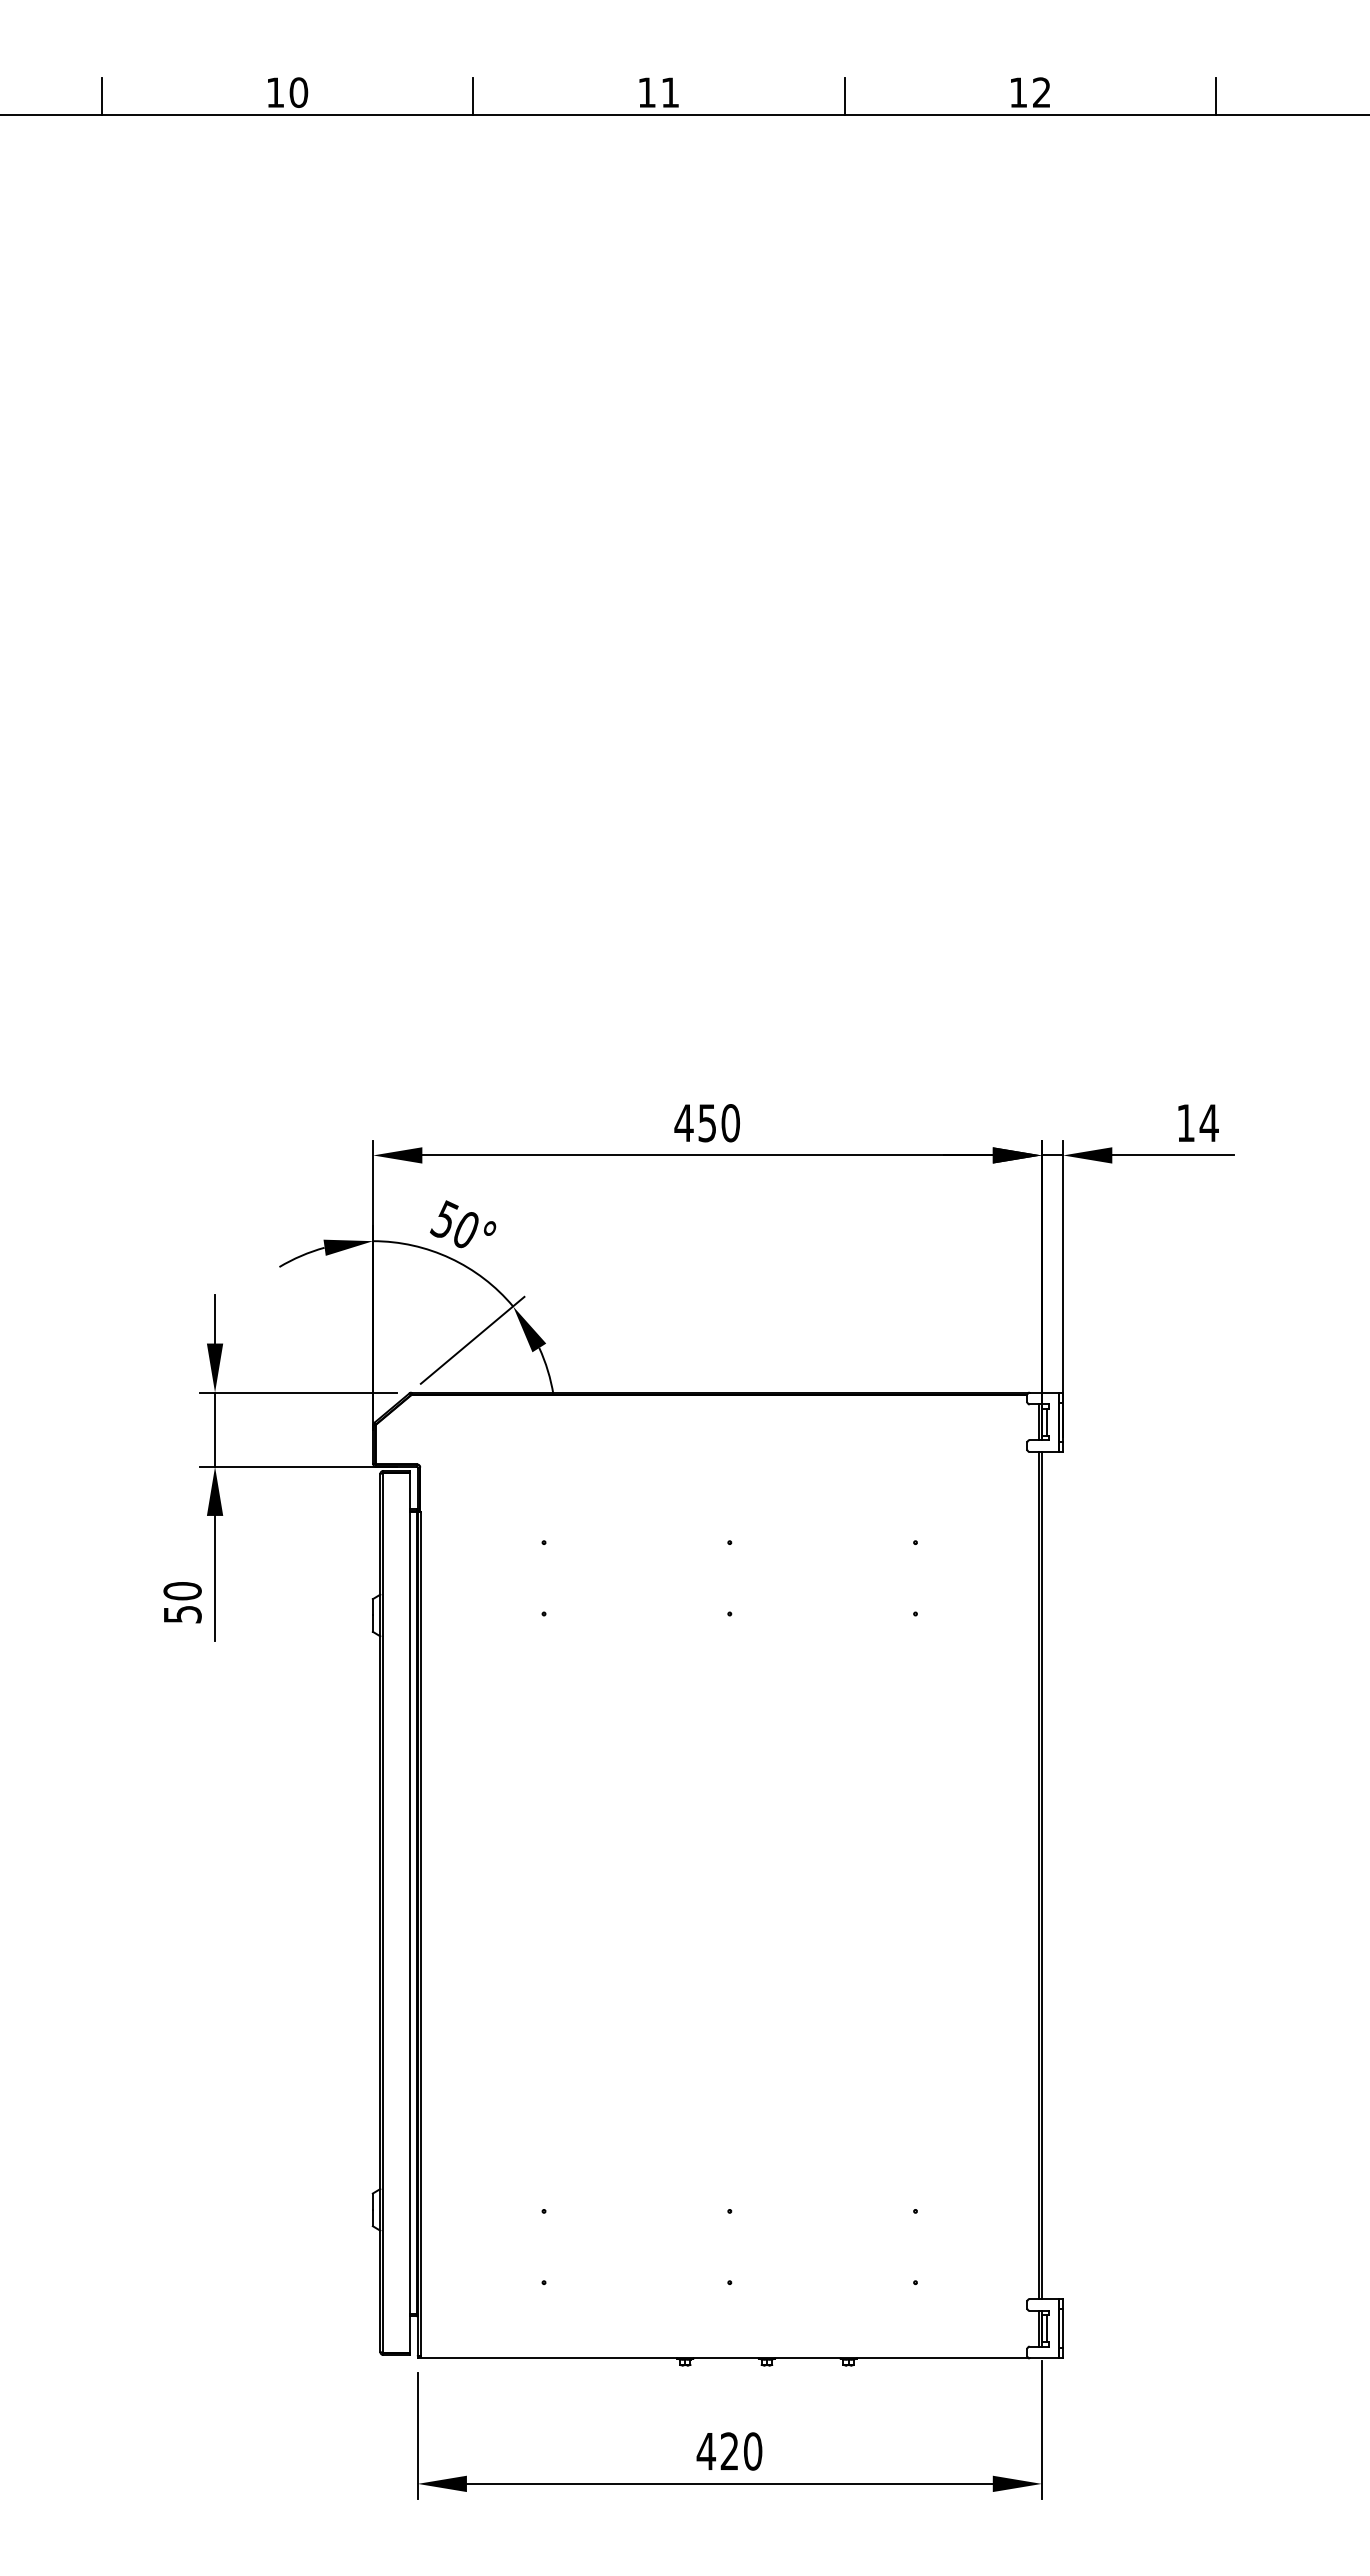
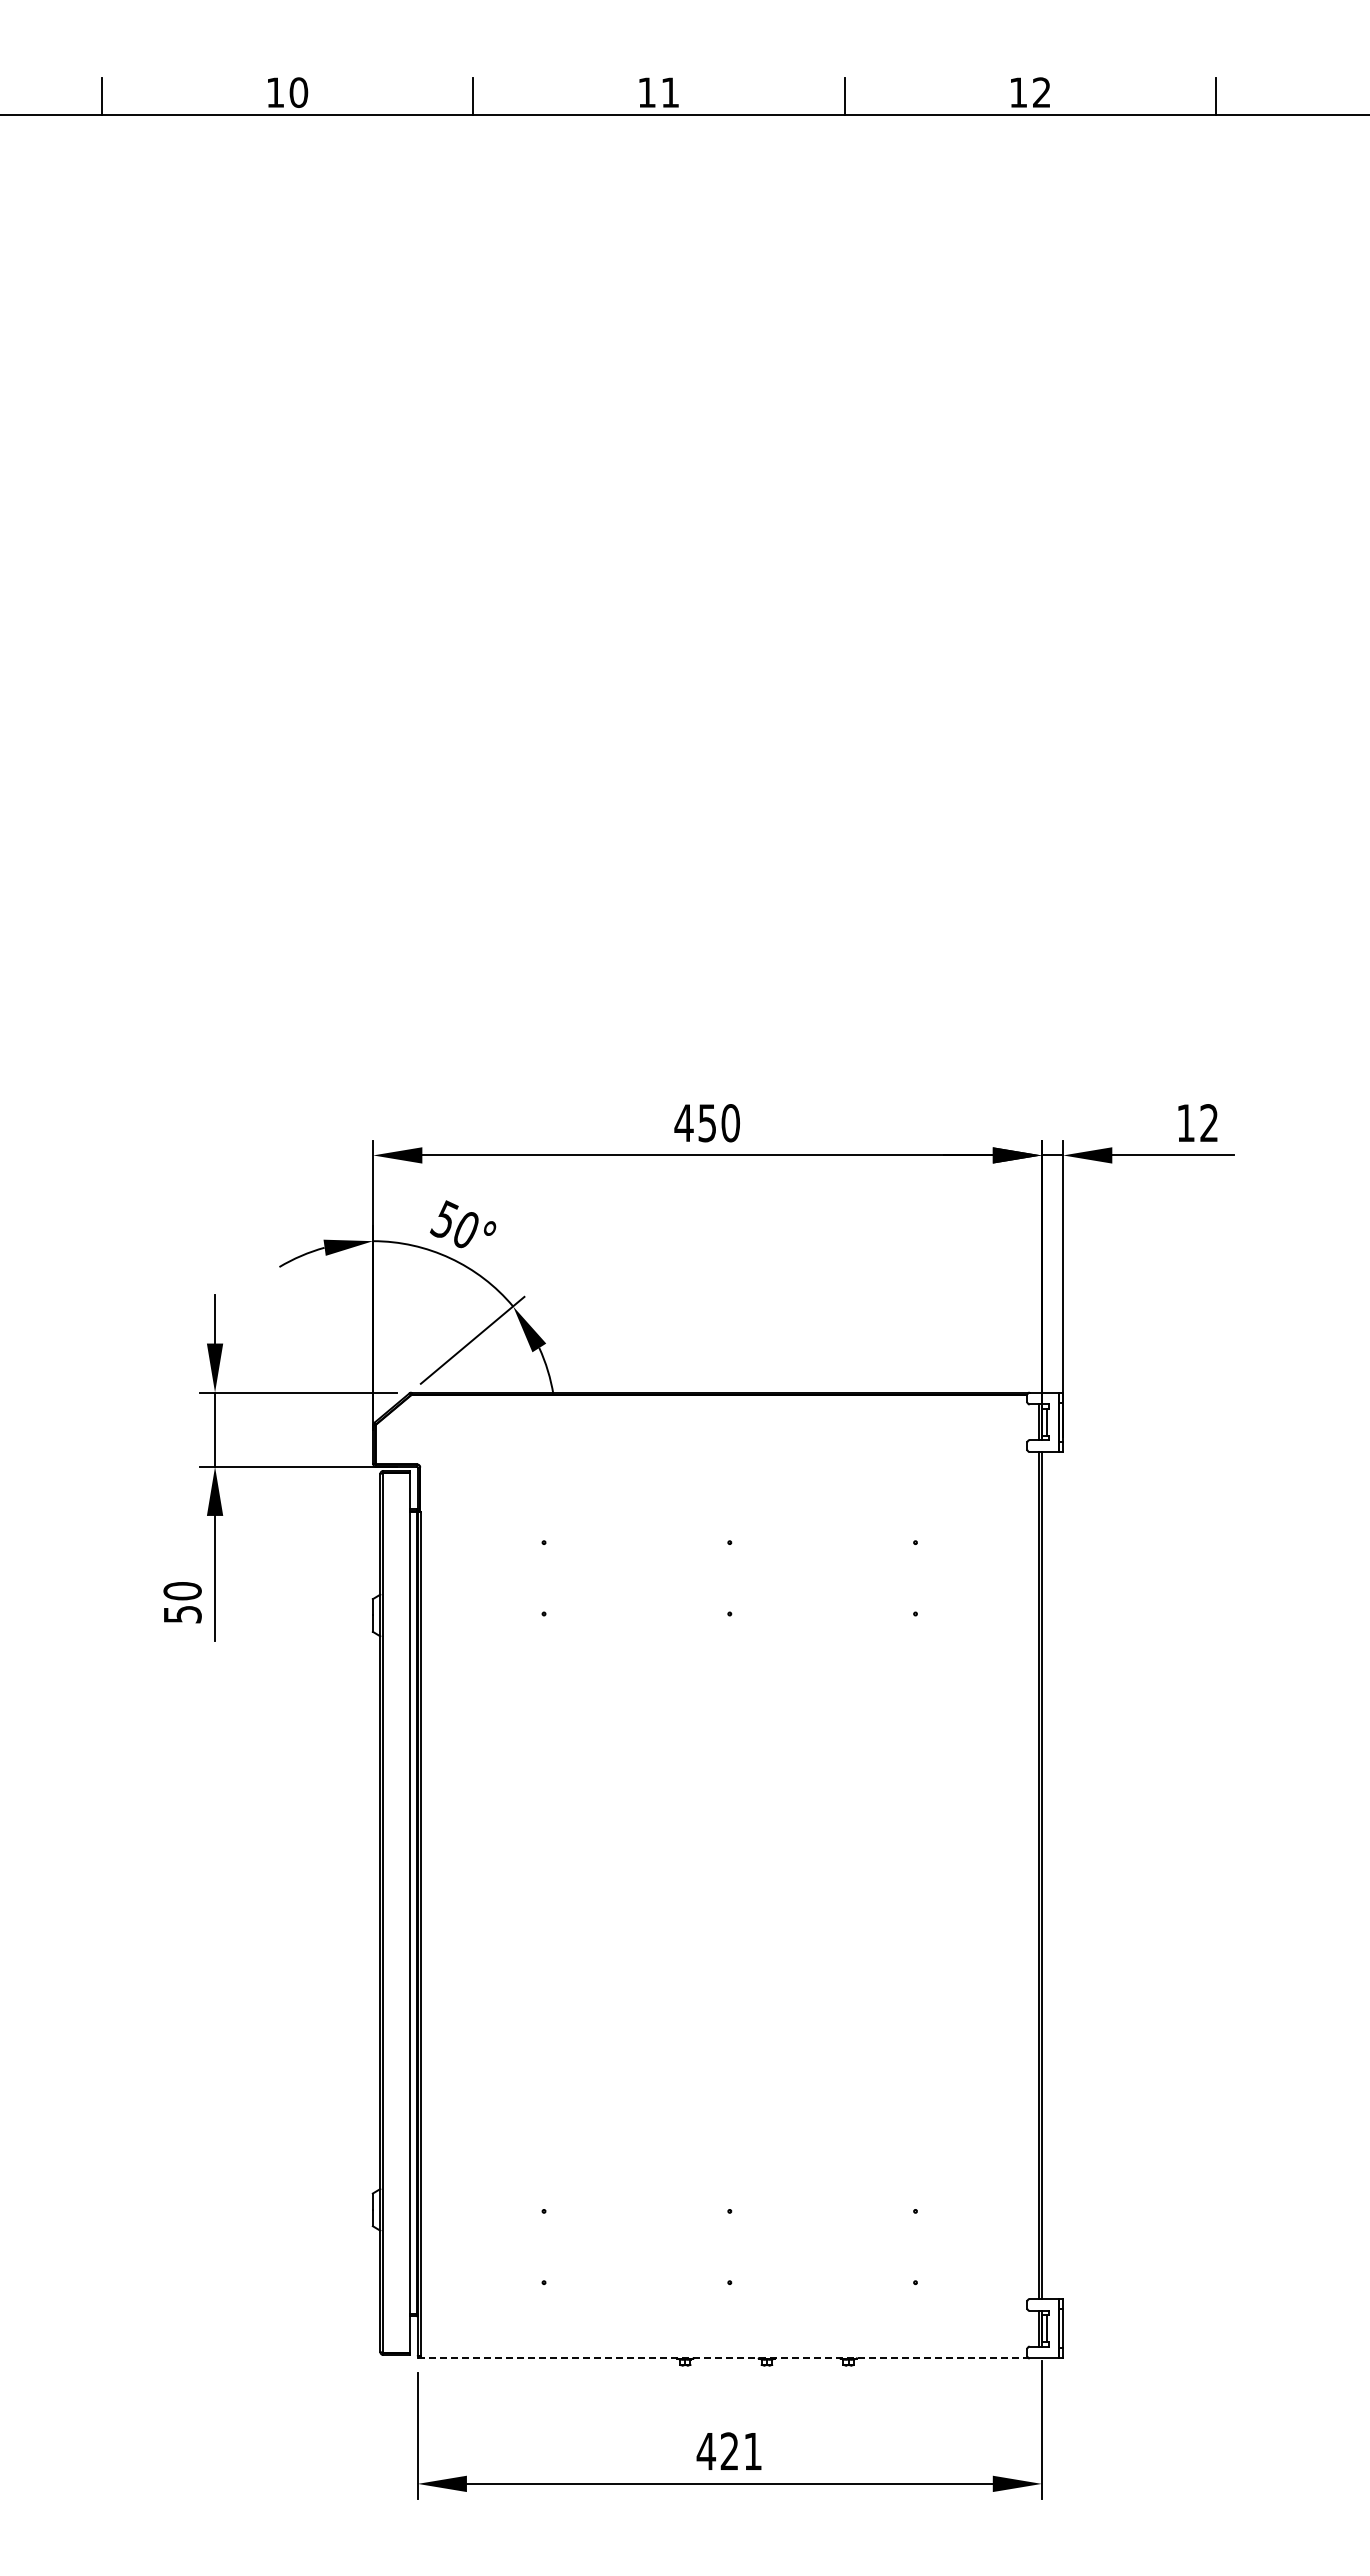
text at (1208, 1122): 14 -> 12
line at (723, 2358): solid -> dashed
text at (753, 2451): 420 -> 421
